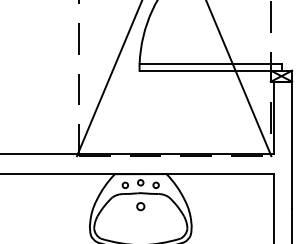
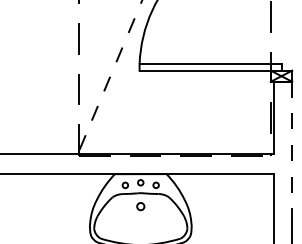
line at (109, 78): solid -> dashed
line at (238, 79): present -> none
line at (292, 145): solid -> dashed
